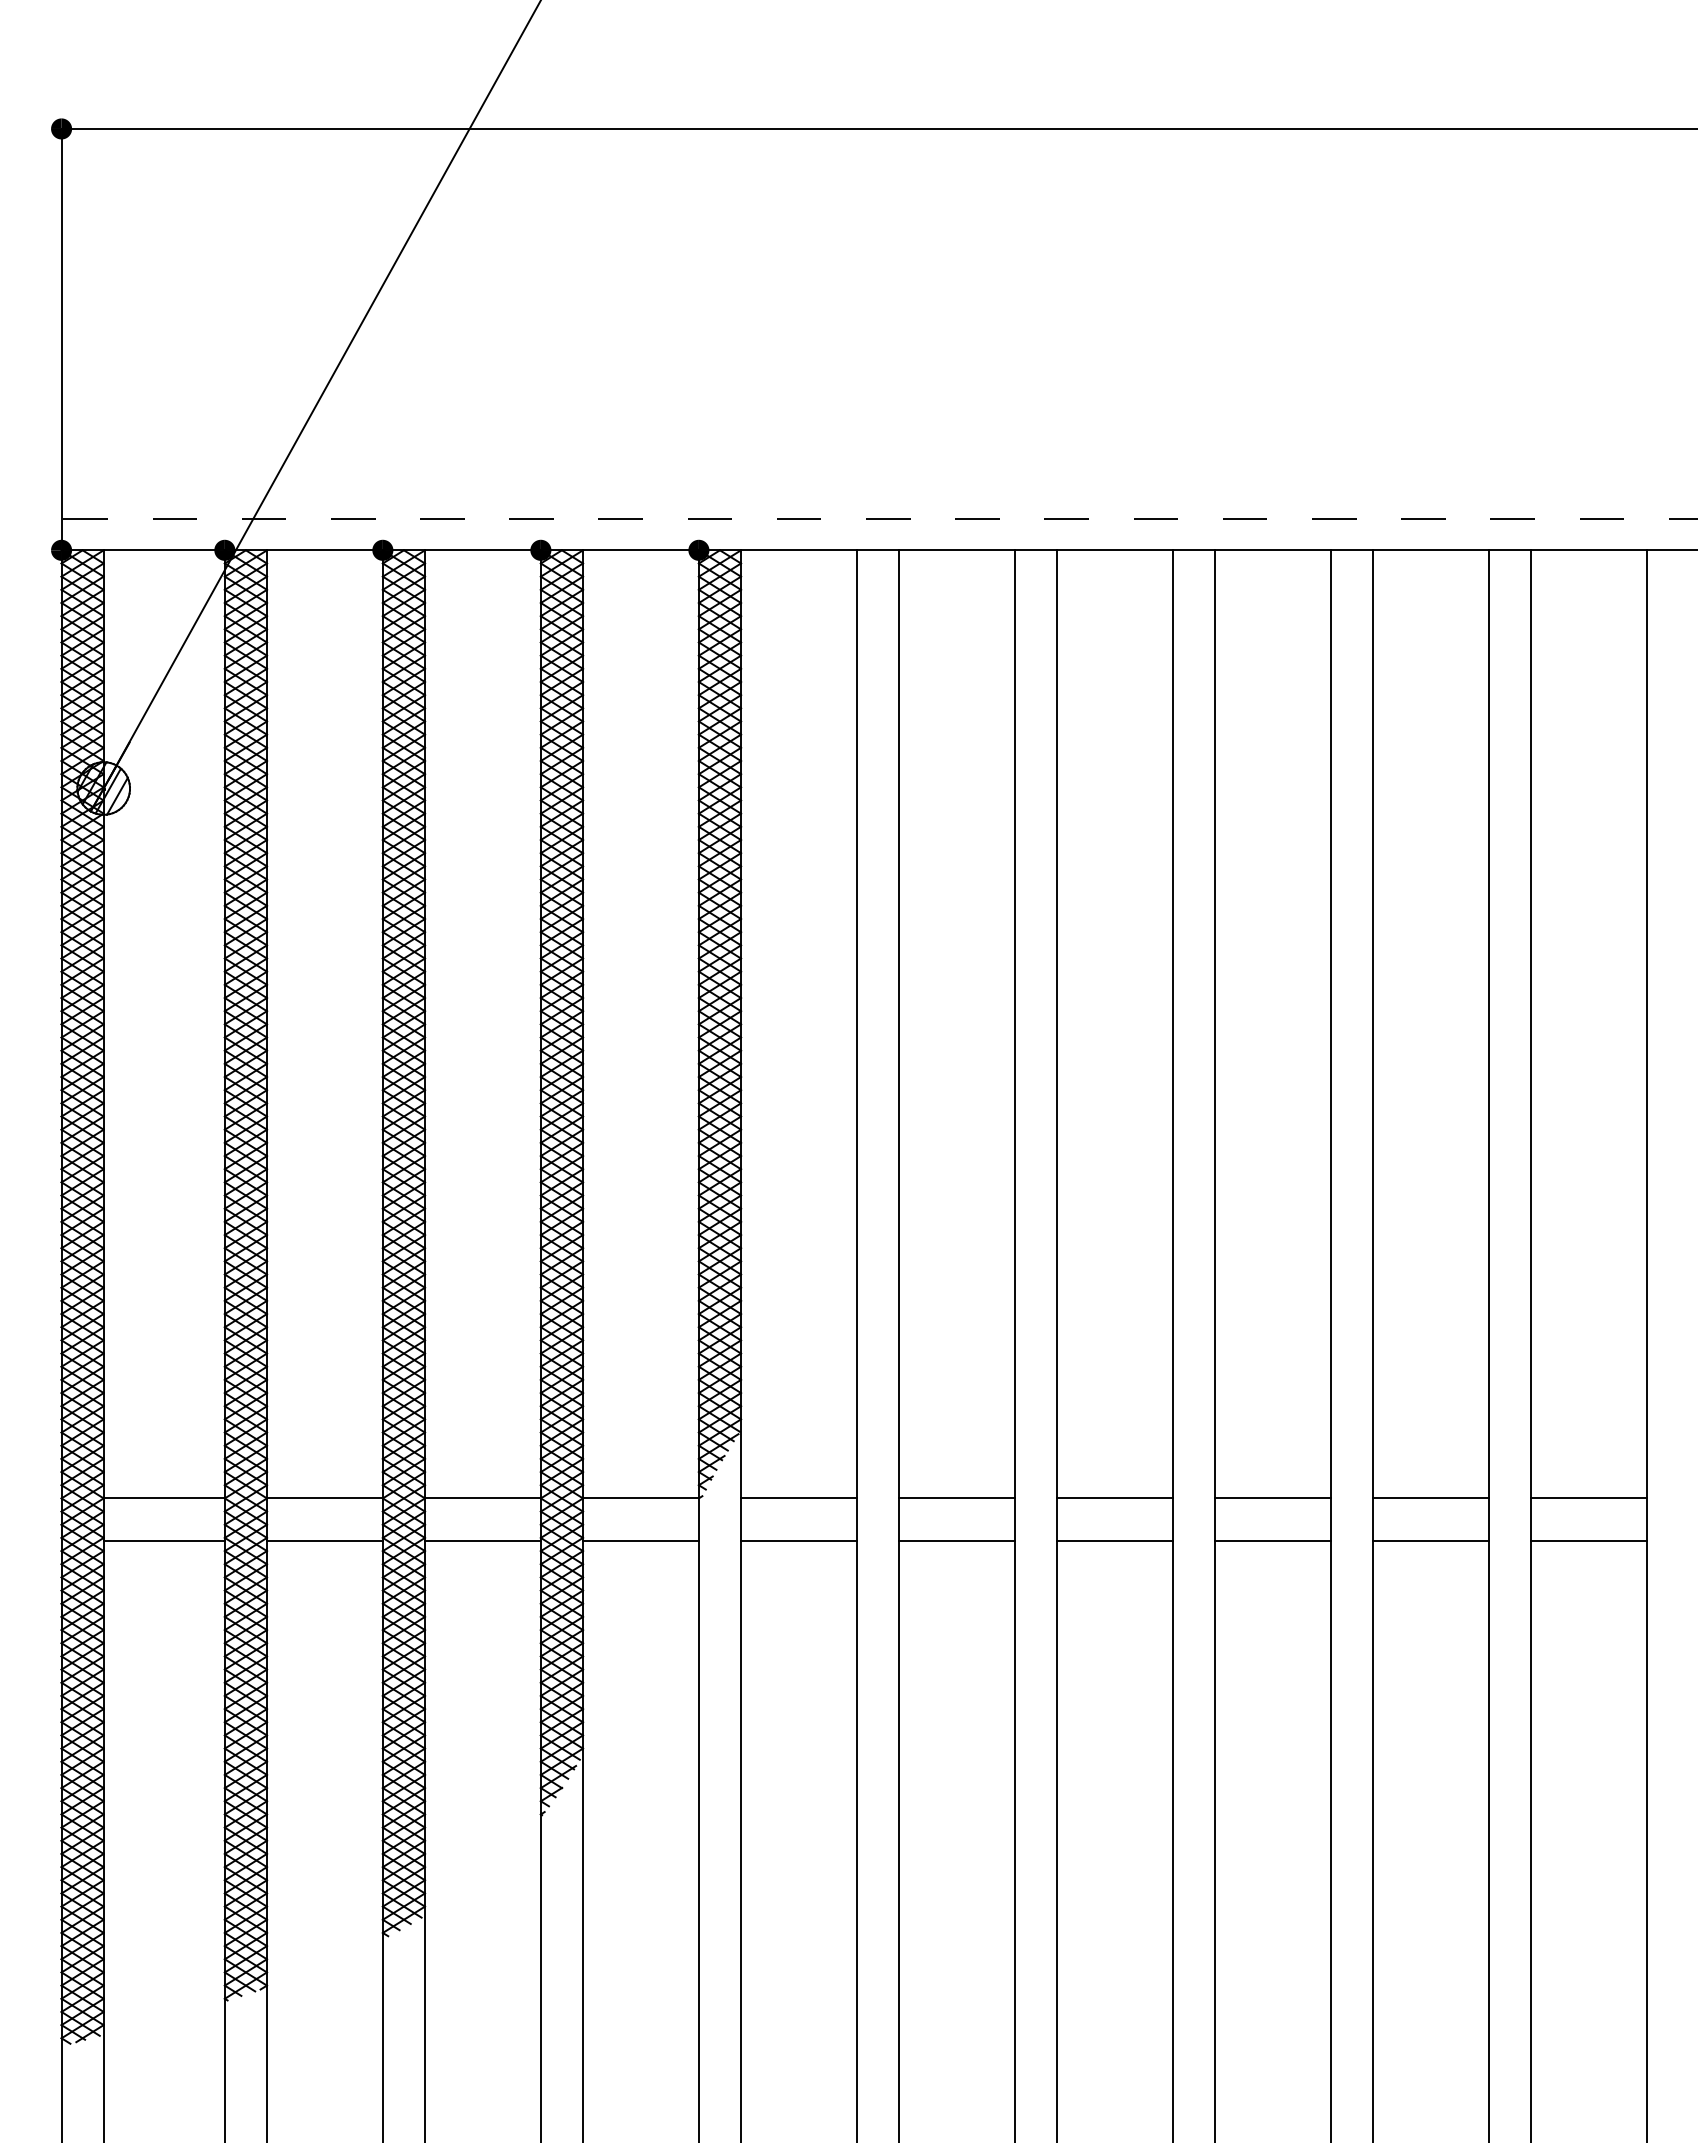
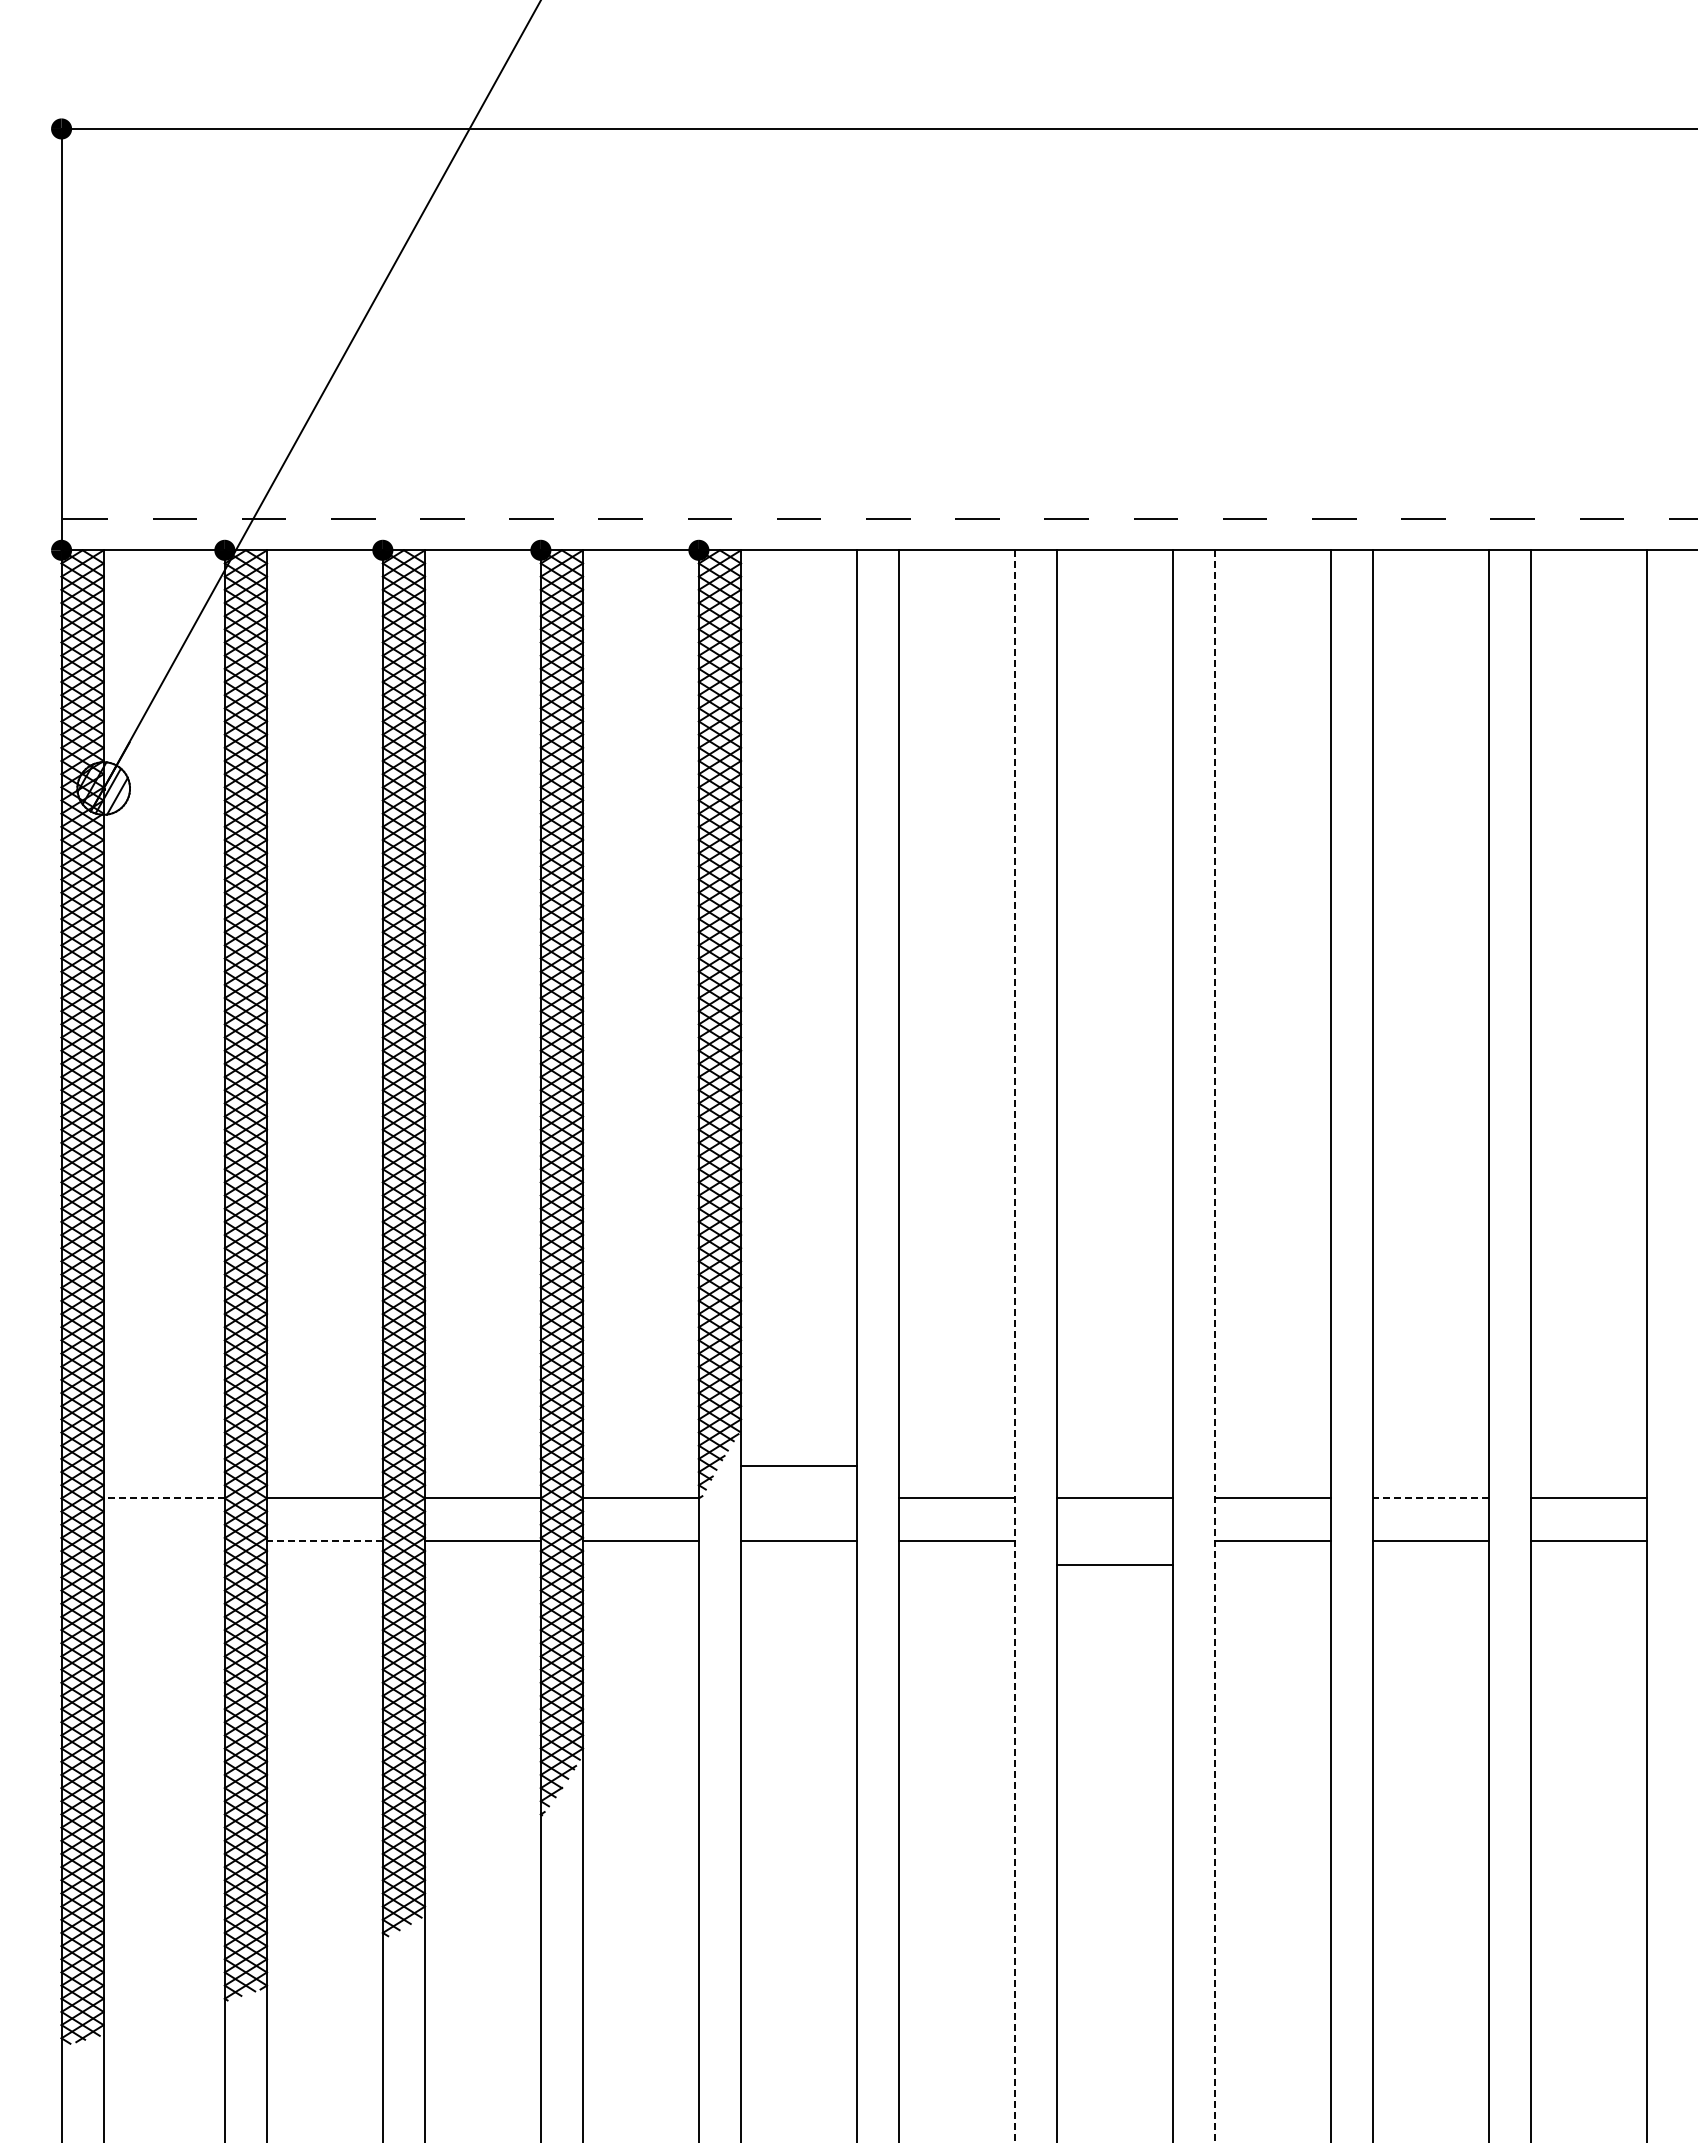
line at (1014, 1346): solid -> dashed
line at (1215, 1346): solid -> dashed
line at (164, 1498): solid -> dashed
line at (798, 1498) position: (798, 1498) -> (798, 1466)
line at (1431, 1498): solid -> dashed
line at (163, 1540): present -> none
line at (324, 1540): solid -> dashed
line at (1114, 1540) position: (1114, 1540) -> (1114, 1564)
